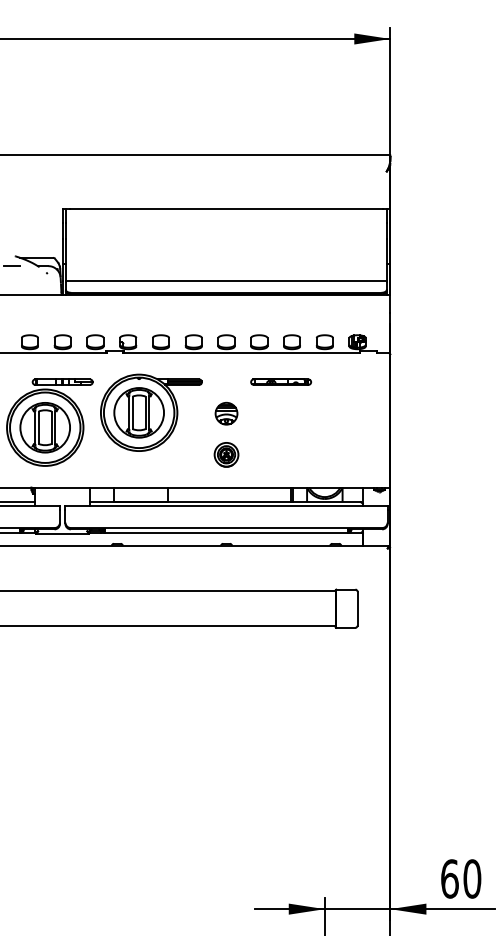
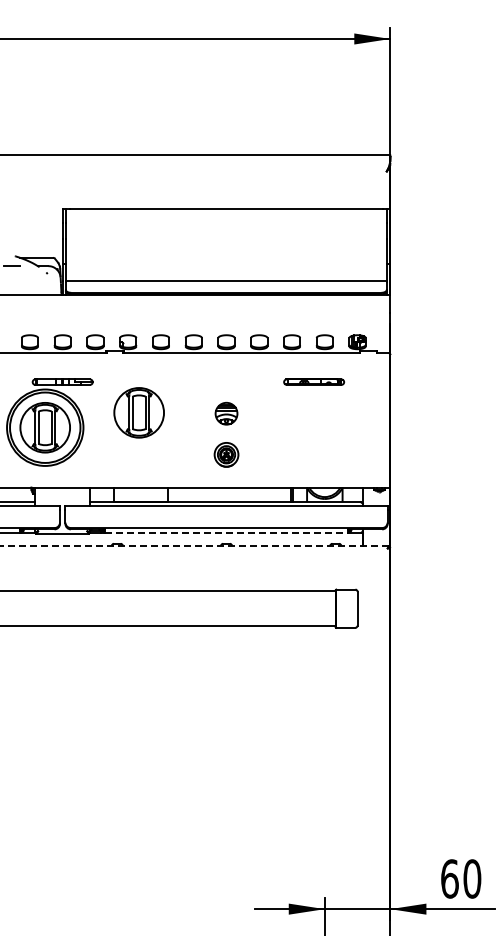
part at (281, 381) position: (281, 381) -> (314, 381)
part at (151, 412): present -> none
line at (226, 532): solid -> dashed
line at (194, 545): solid -> dashed
